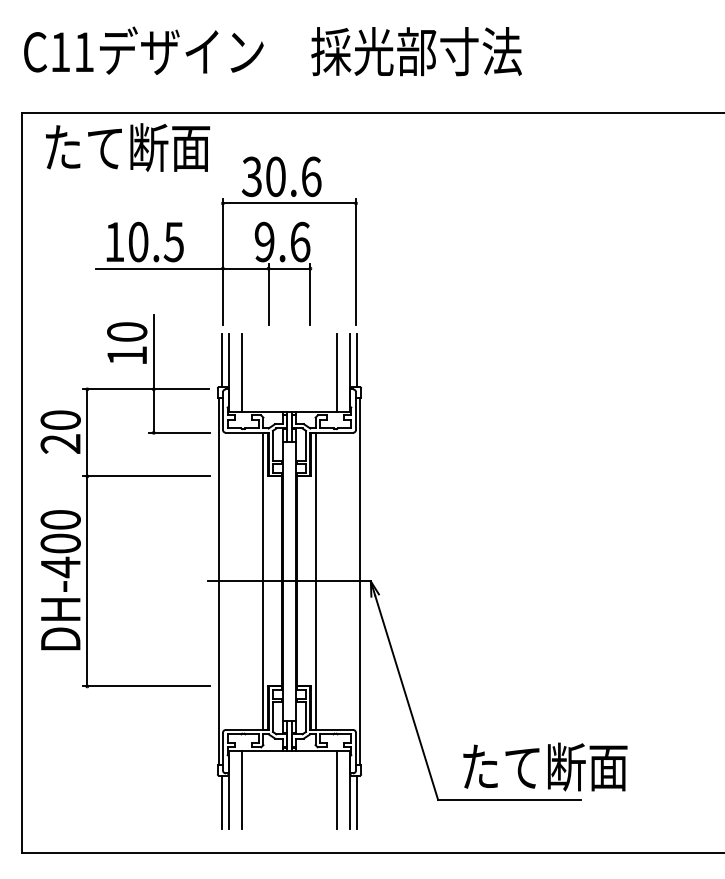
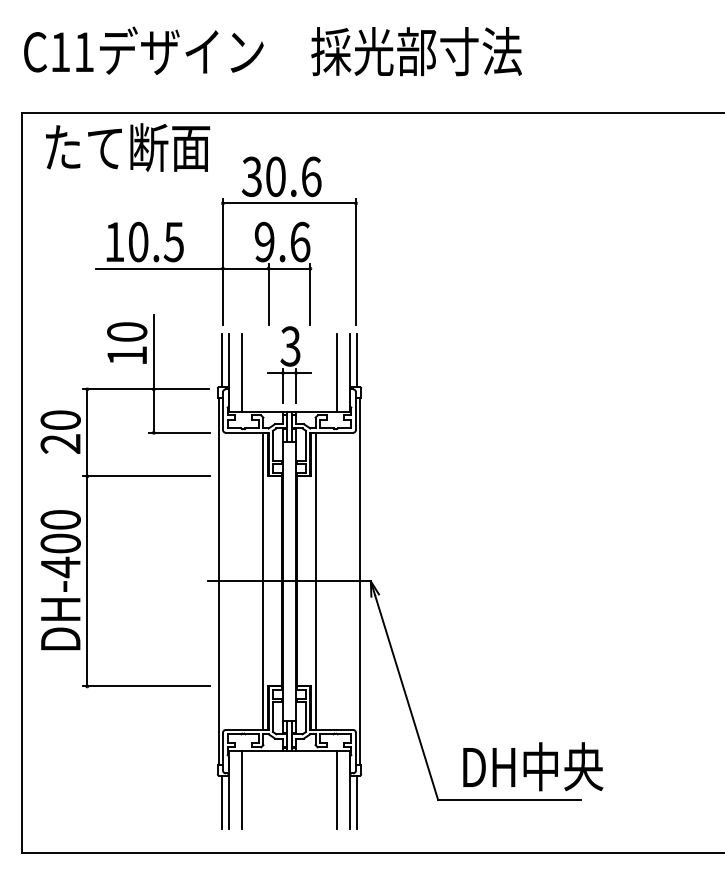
part at (289, 364): none -> present
text at (545, 766): たて断面 -> DH中央
